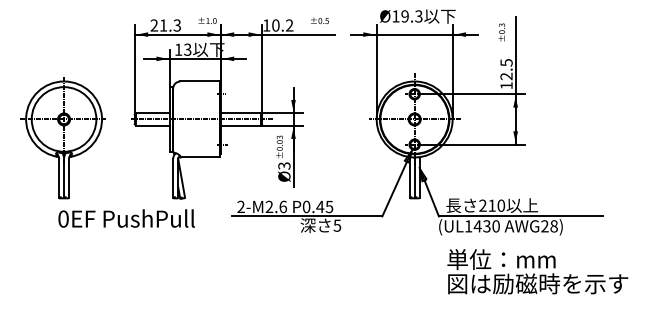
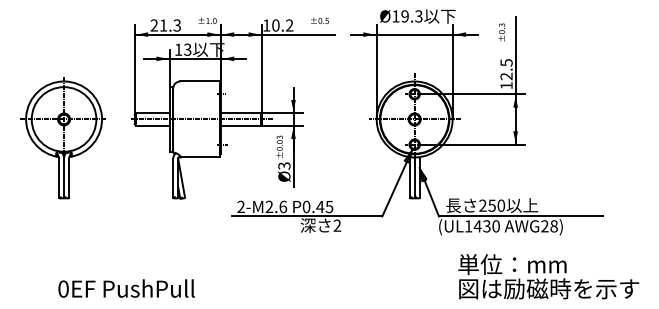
text at (491, 205): 210 -> 250
text at (126, 218) position: (126, 218) -> (126, 288)
text at (337, 225): 5 -> 2
text at (537, 271) position: (537, 271) -> (548, 276)
